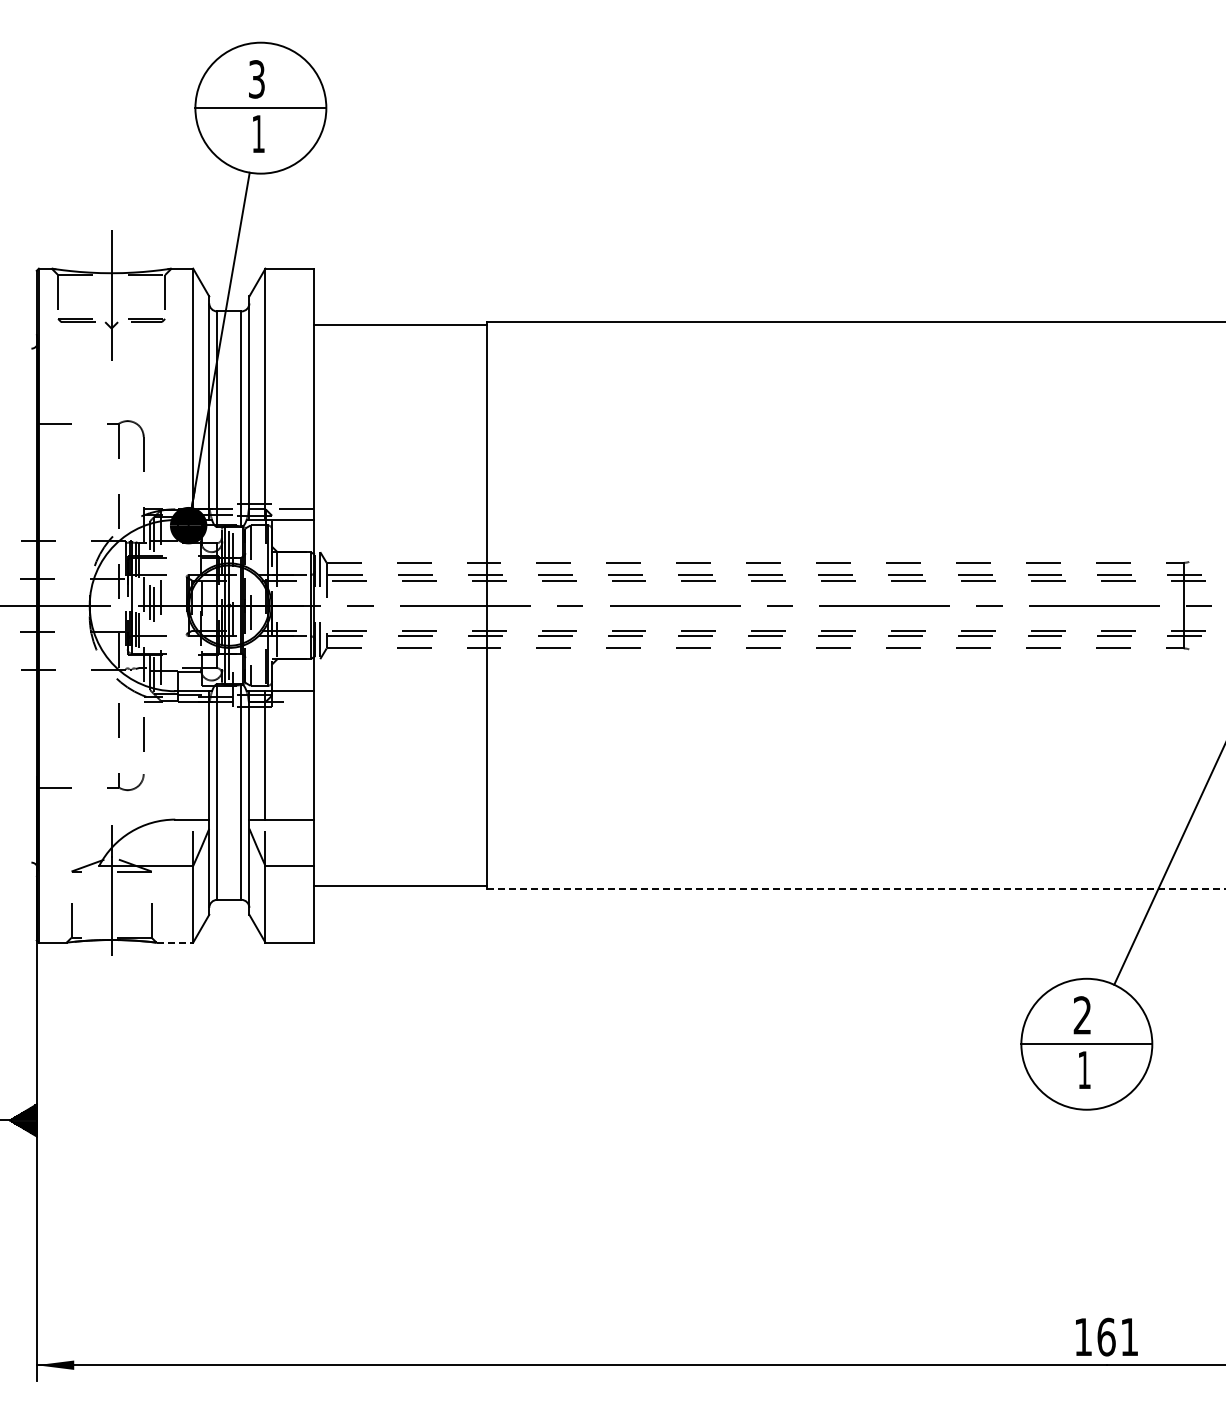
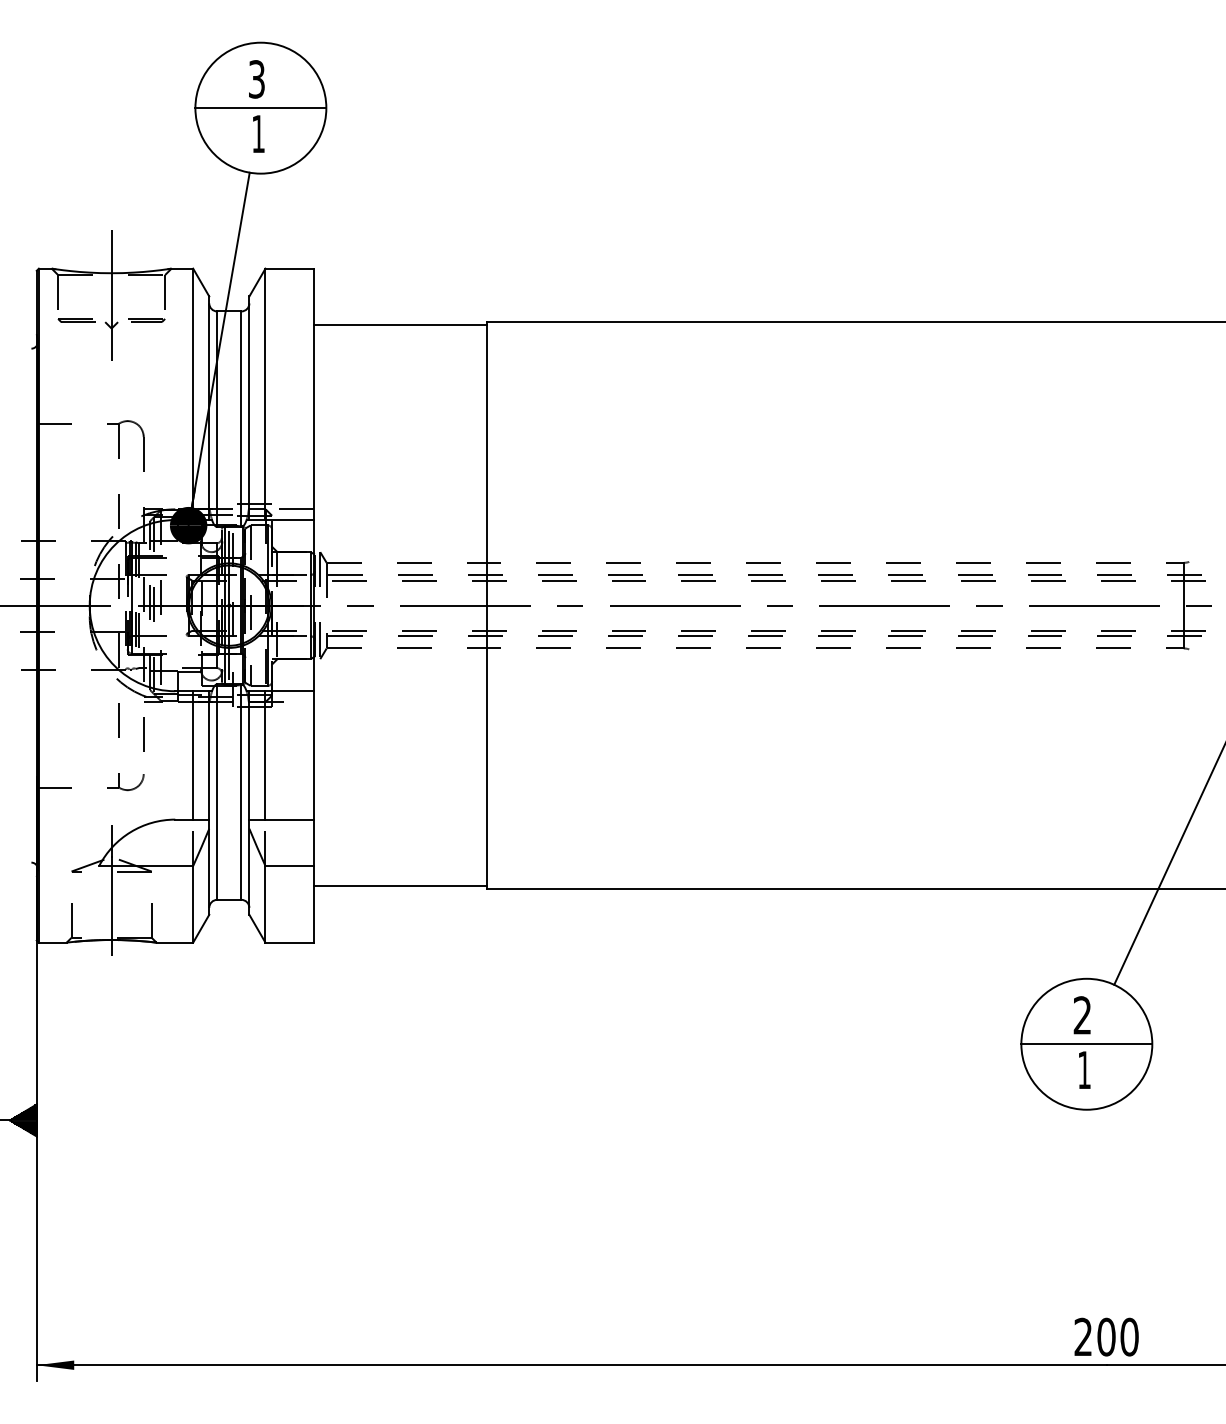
line at (193, 755): none -> present
line at (856, 889): dashed -> solid
line at (175, 942): dashed -> solid
text at (1106, 1336): 161 -> 200
